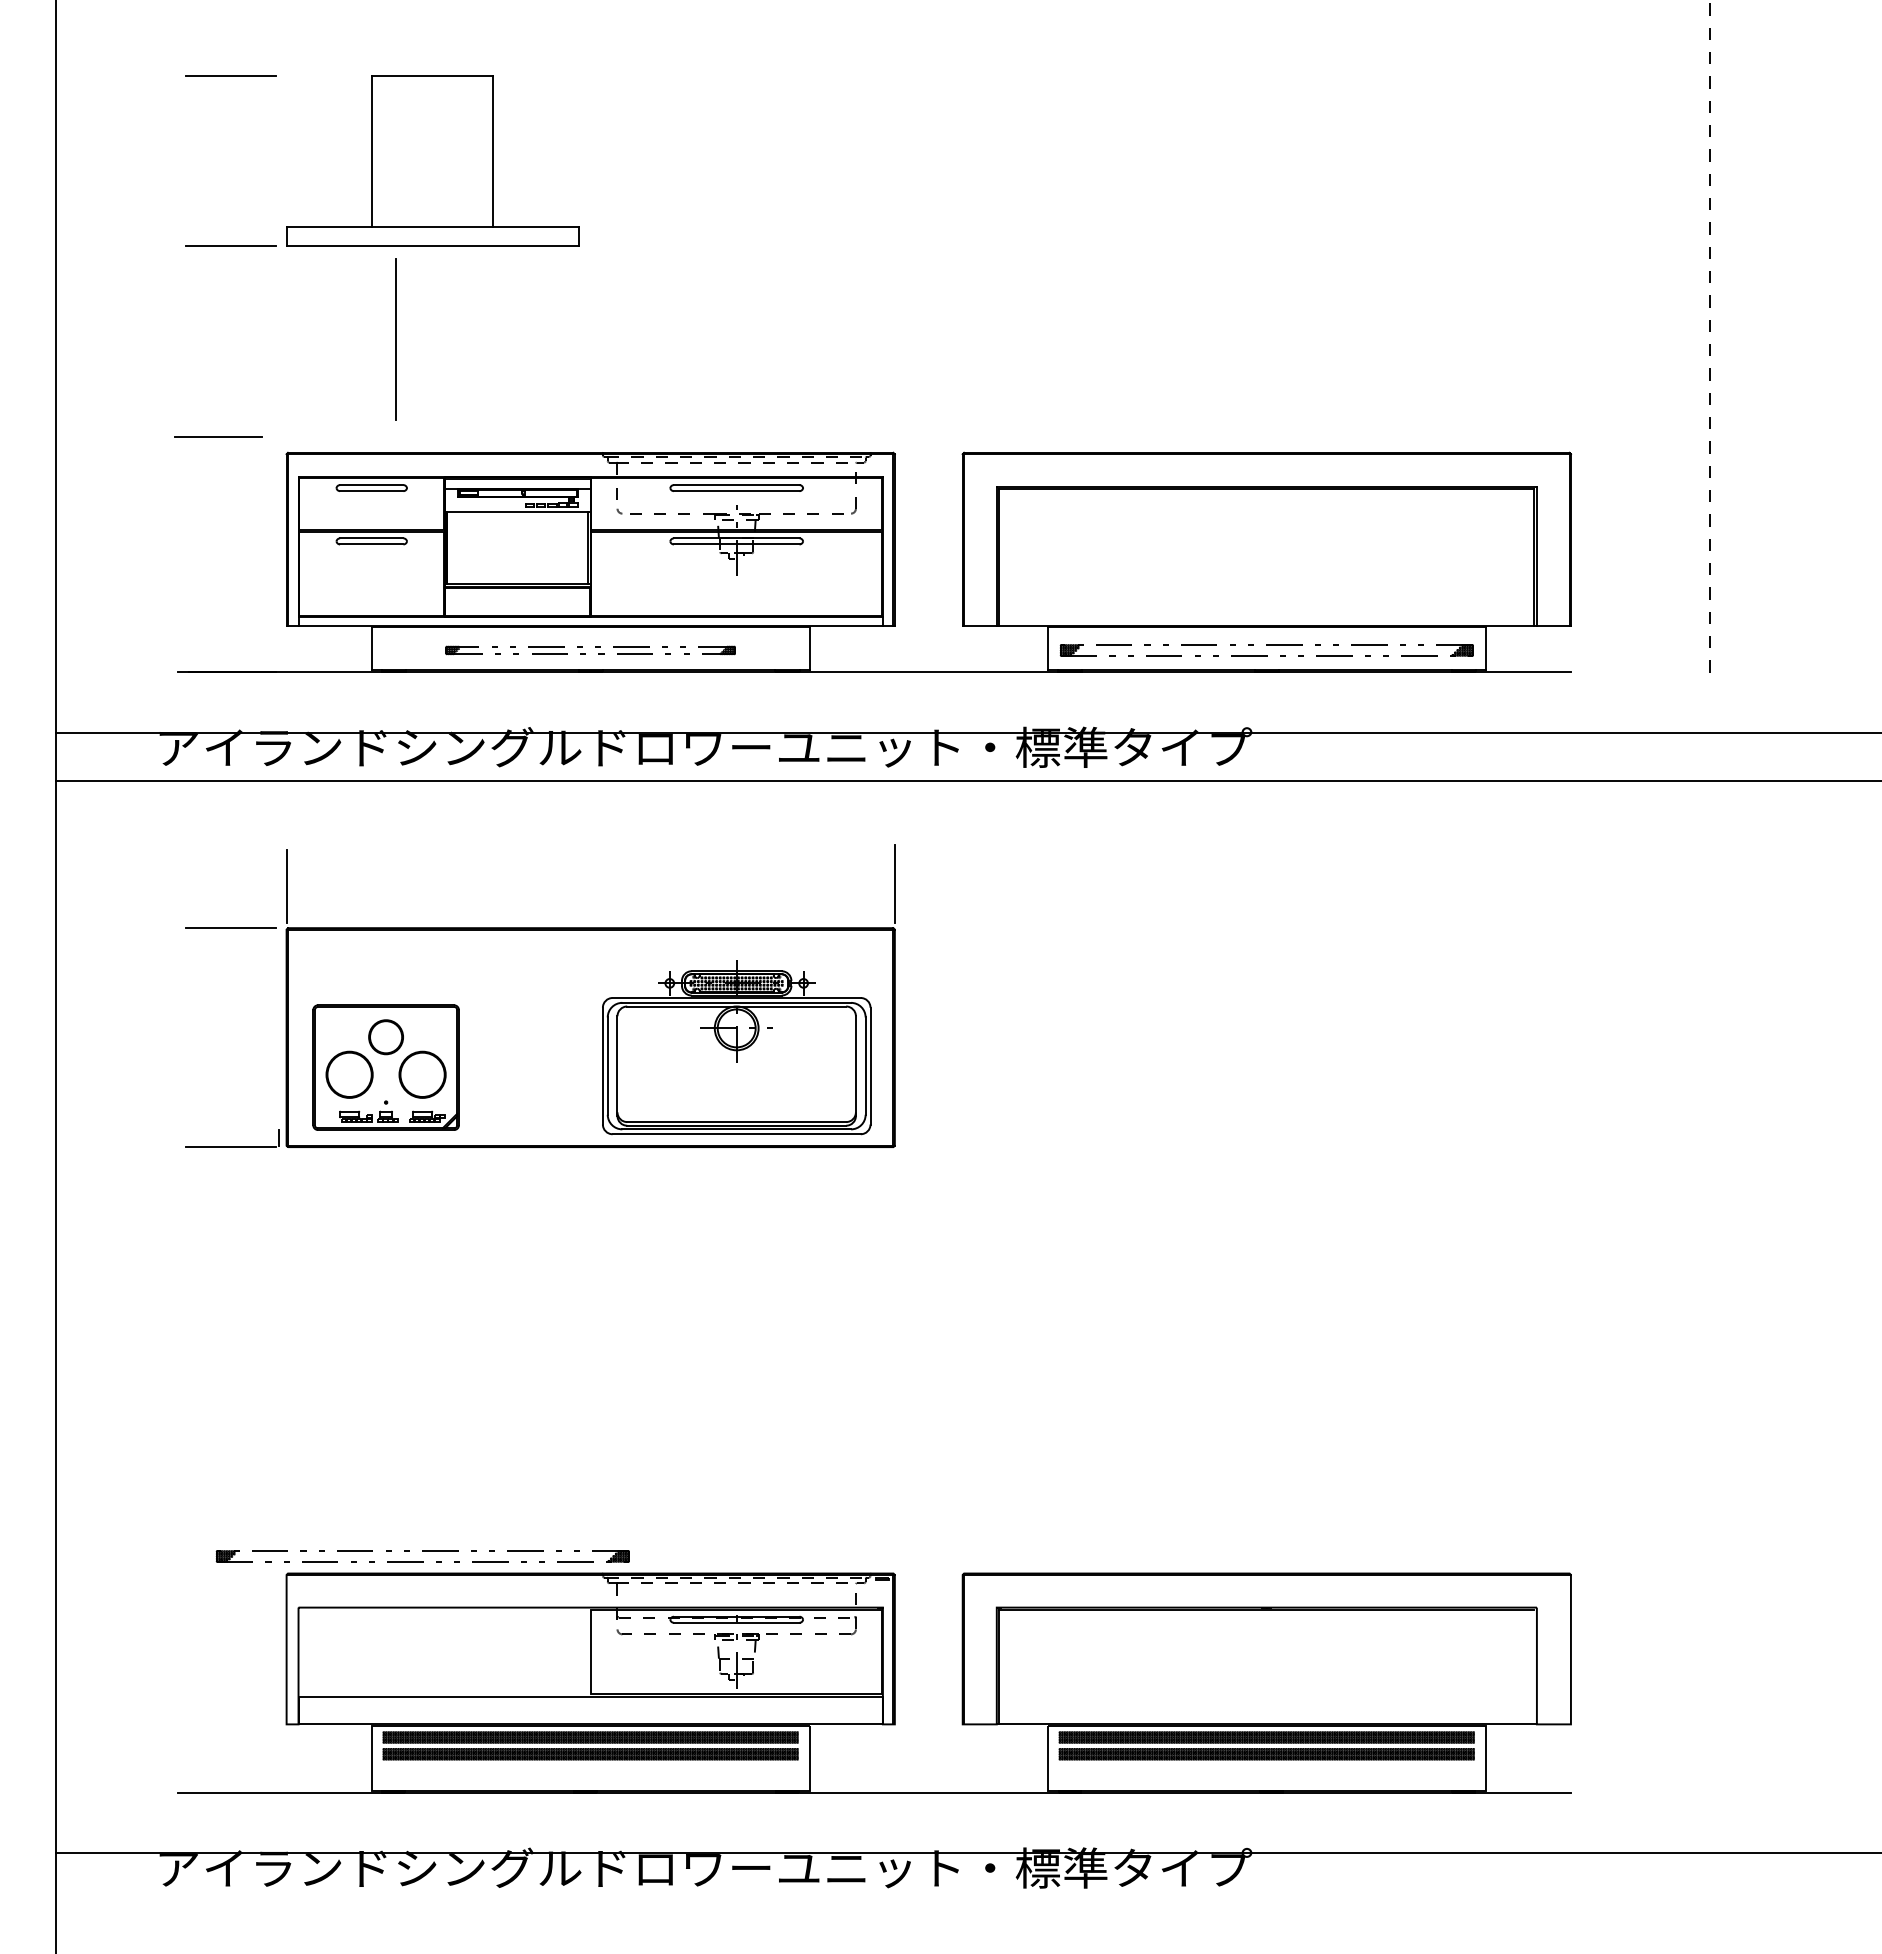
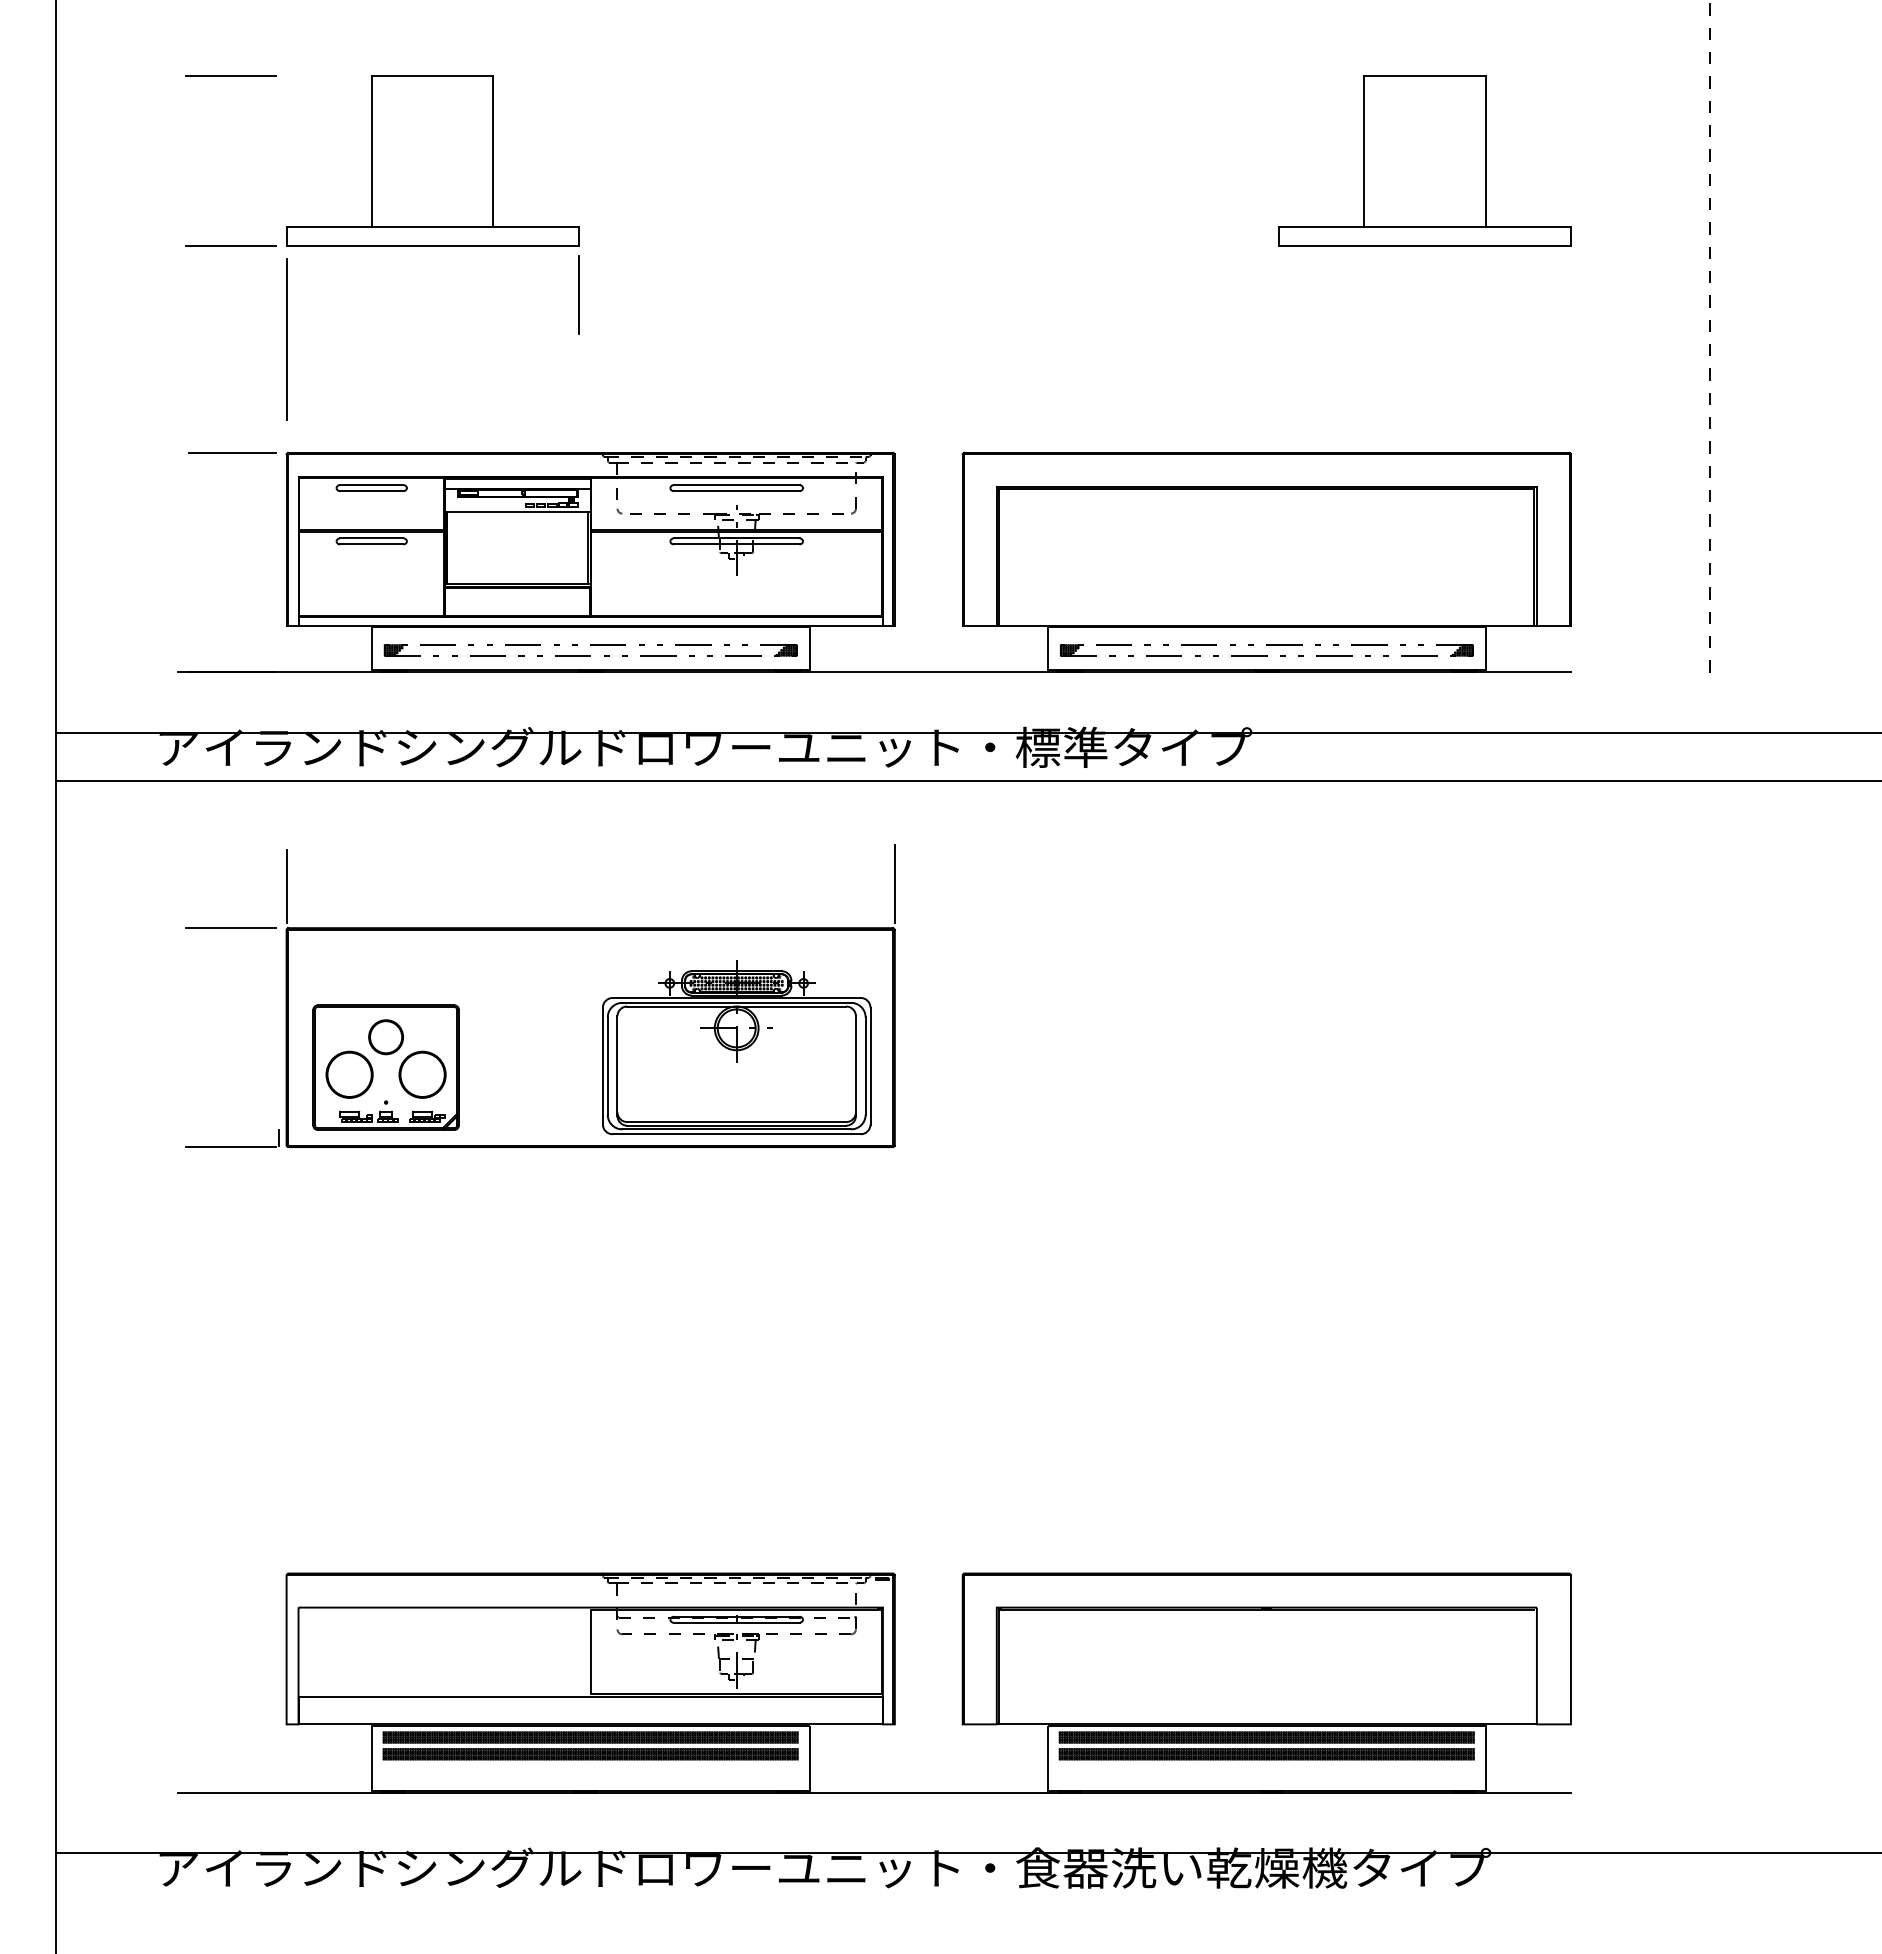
part at (1424, 160): none -> present
line at (578, 294): none -> present
line at (395, 339) position: (395, 339) -> (286, 339)
line at (218, 436) position: (218, 436) -> (232, 452)
part at (590, 650) size: 291x11 px -> 415x13 px
part at (422, 1556): present -> none
text at (1253, 1867): アイランドシングルドロワーユニット・標準タイプ -> アイランドシングルドロワーユニット・食器洗い乾燥機タイプ
